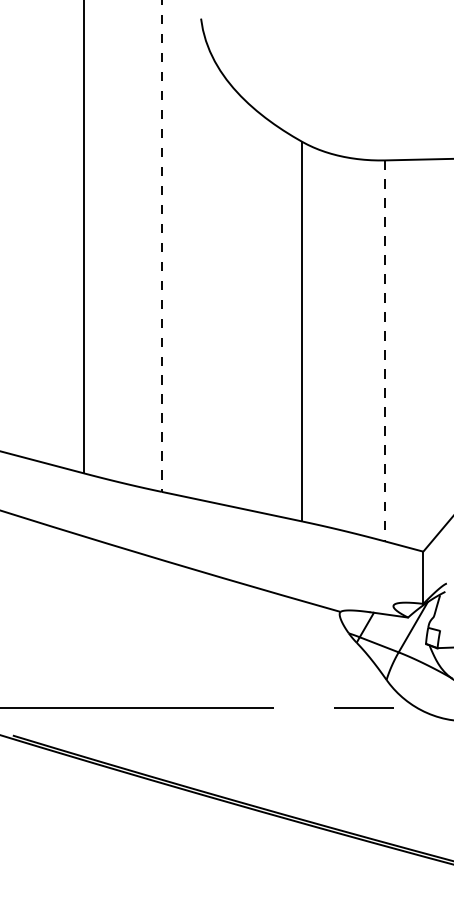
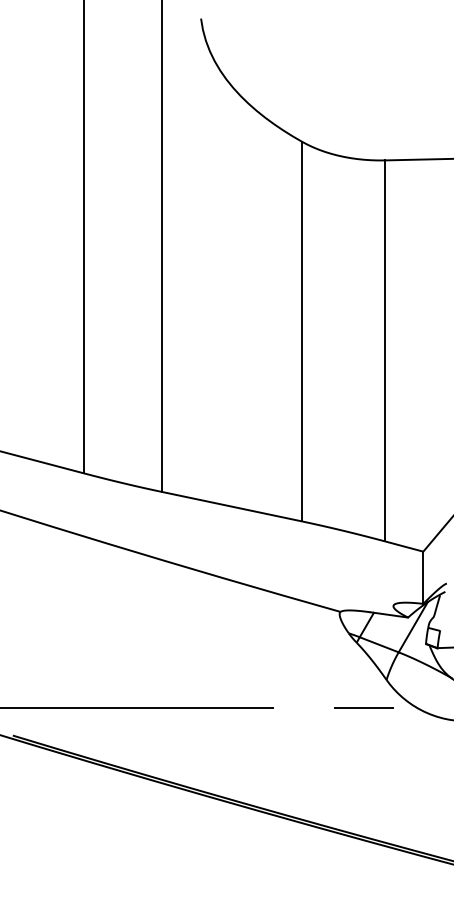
line at (161, 246): dashed -> solid
line at (384, 351): dashed -> solid
